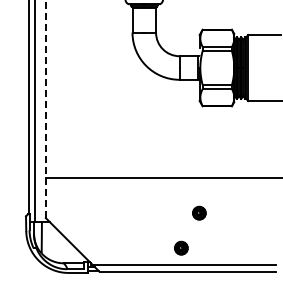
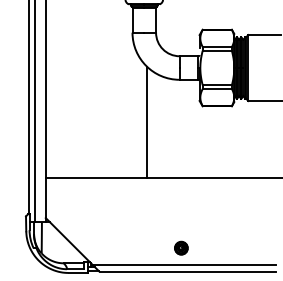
line at (45, 111): dashed -> solid
line at (147, 121): none -> present
part at (199, 212): present -> none
